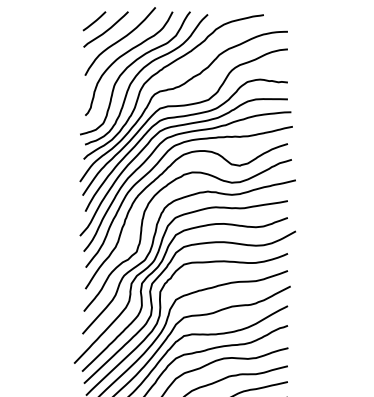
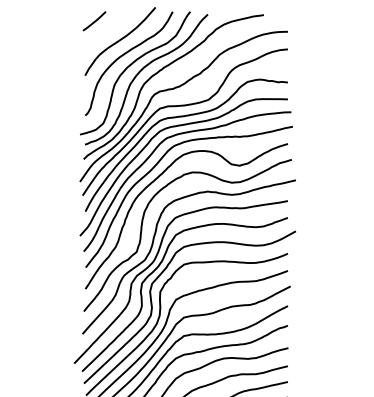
curve at (105, 30): present -> none
